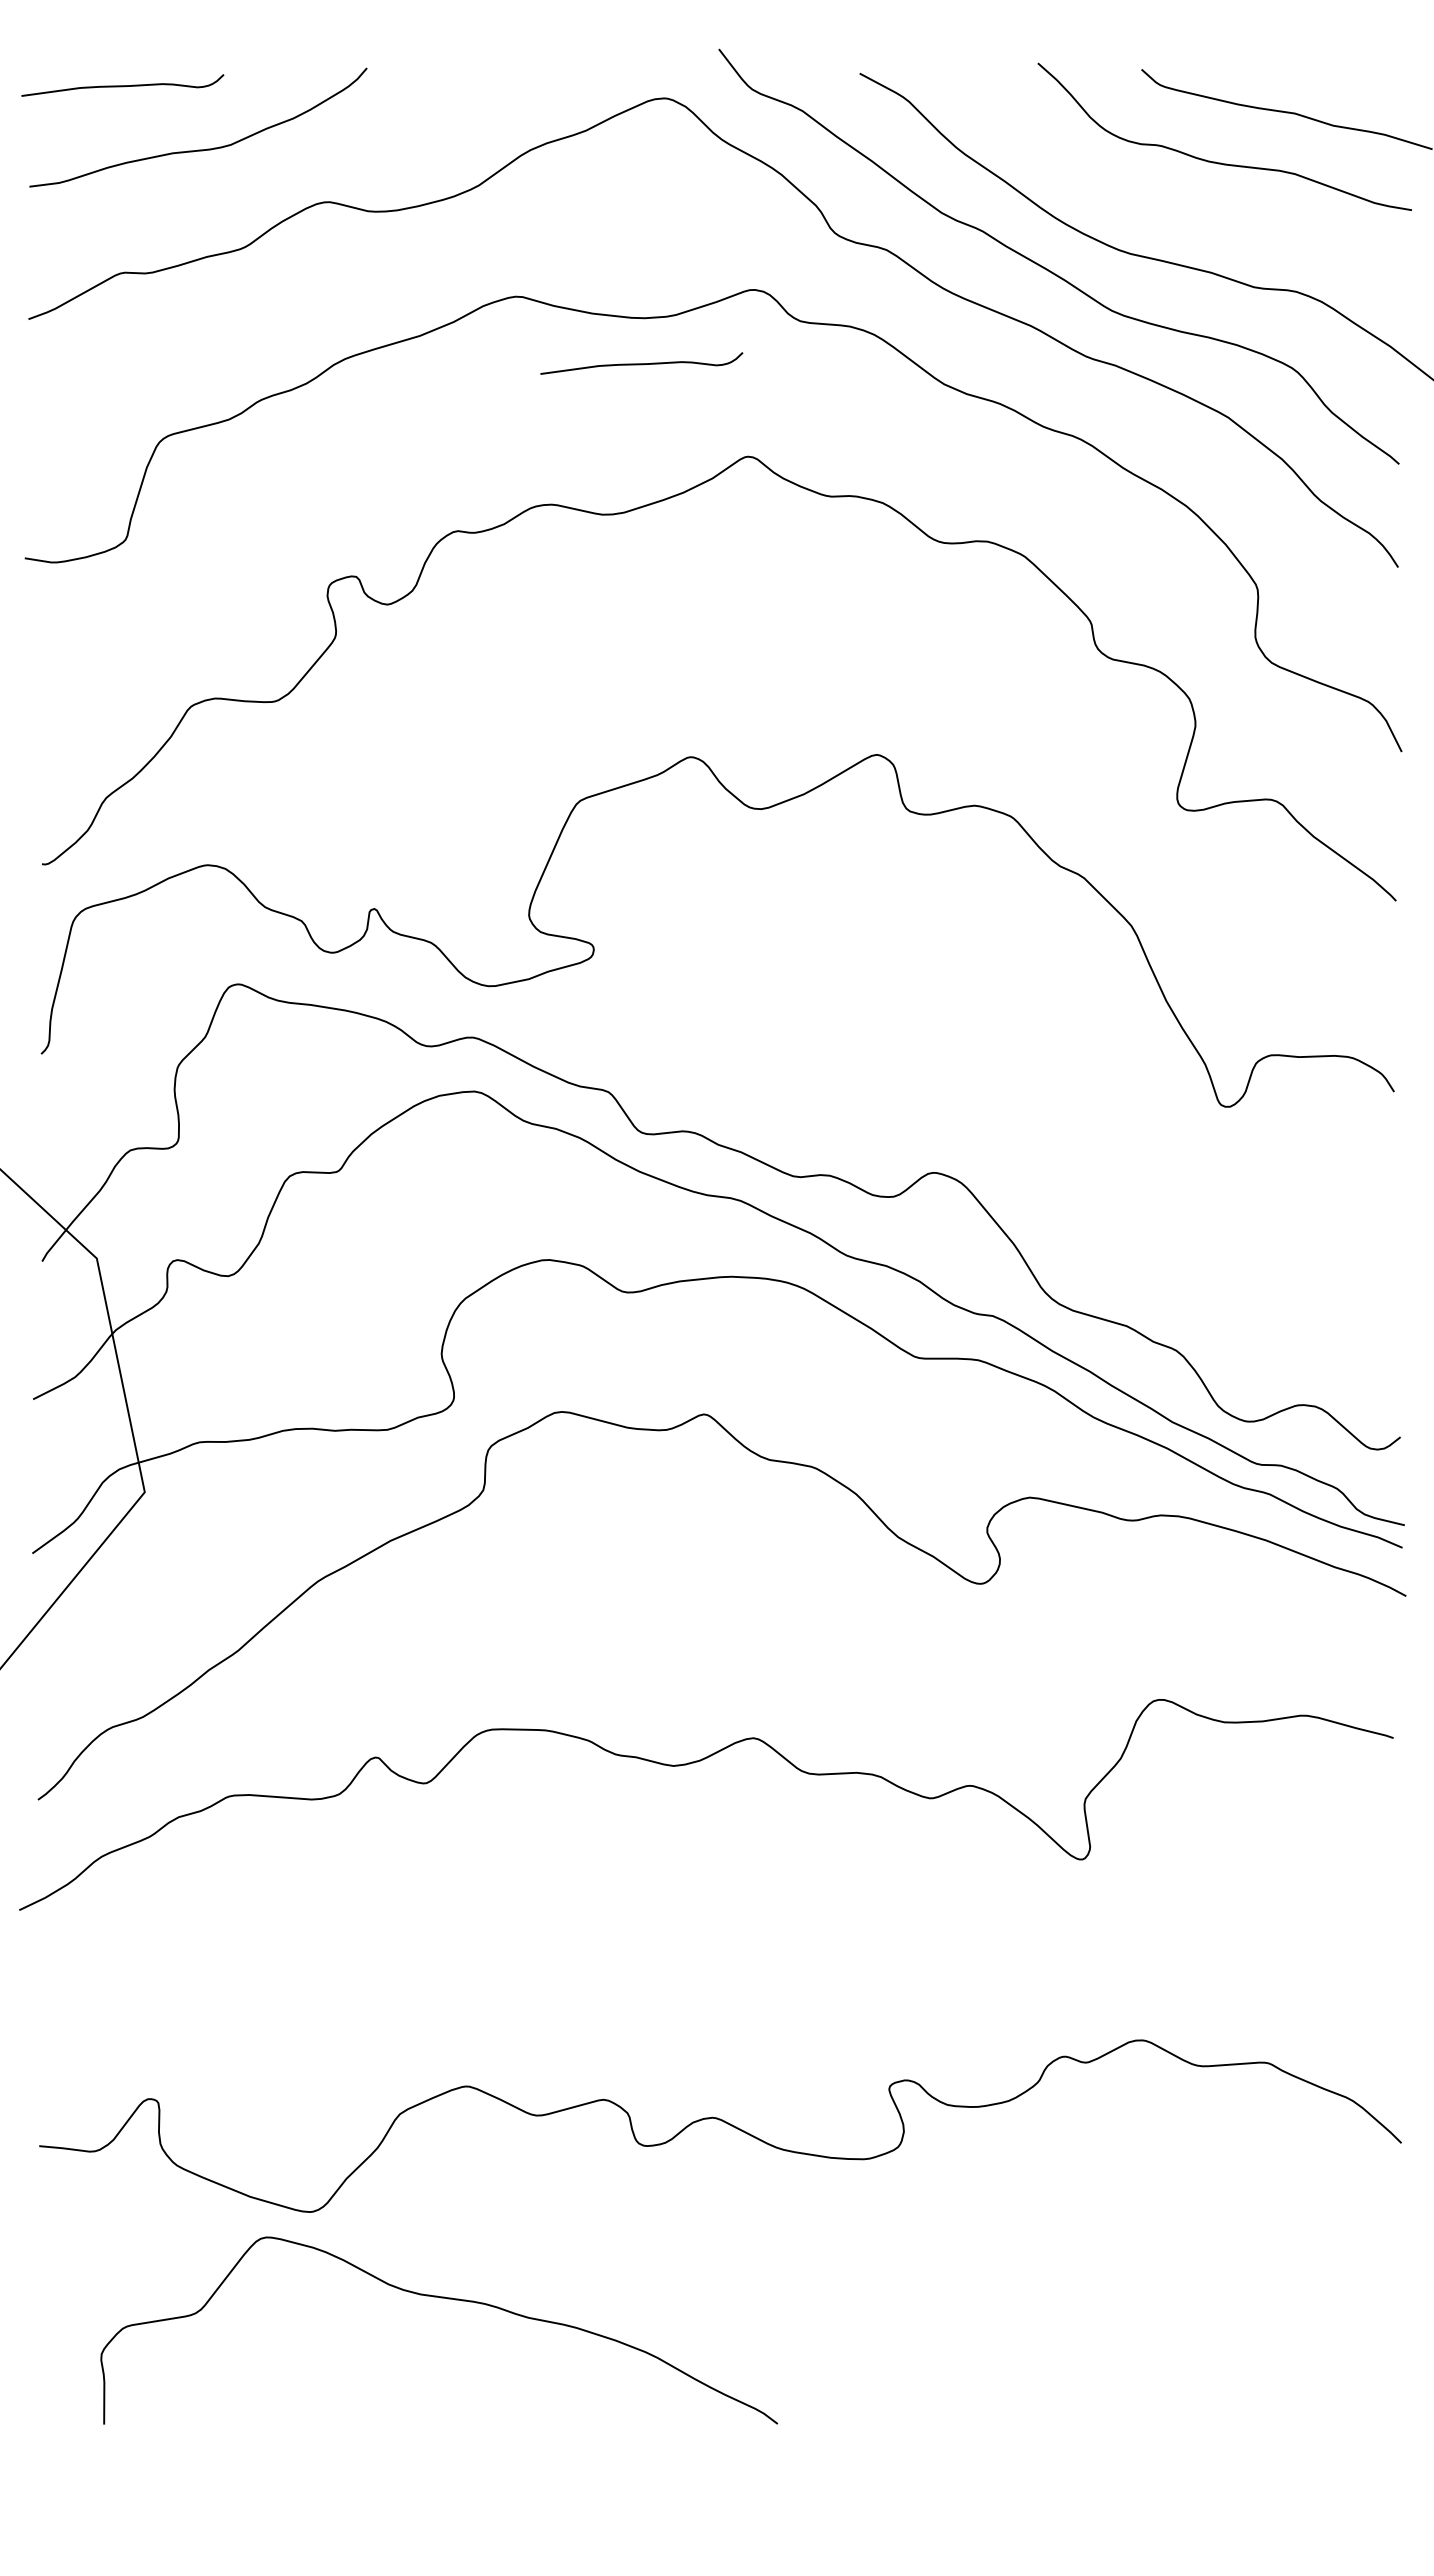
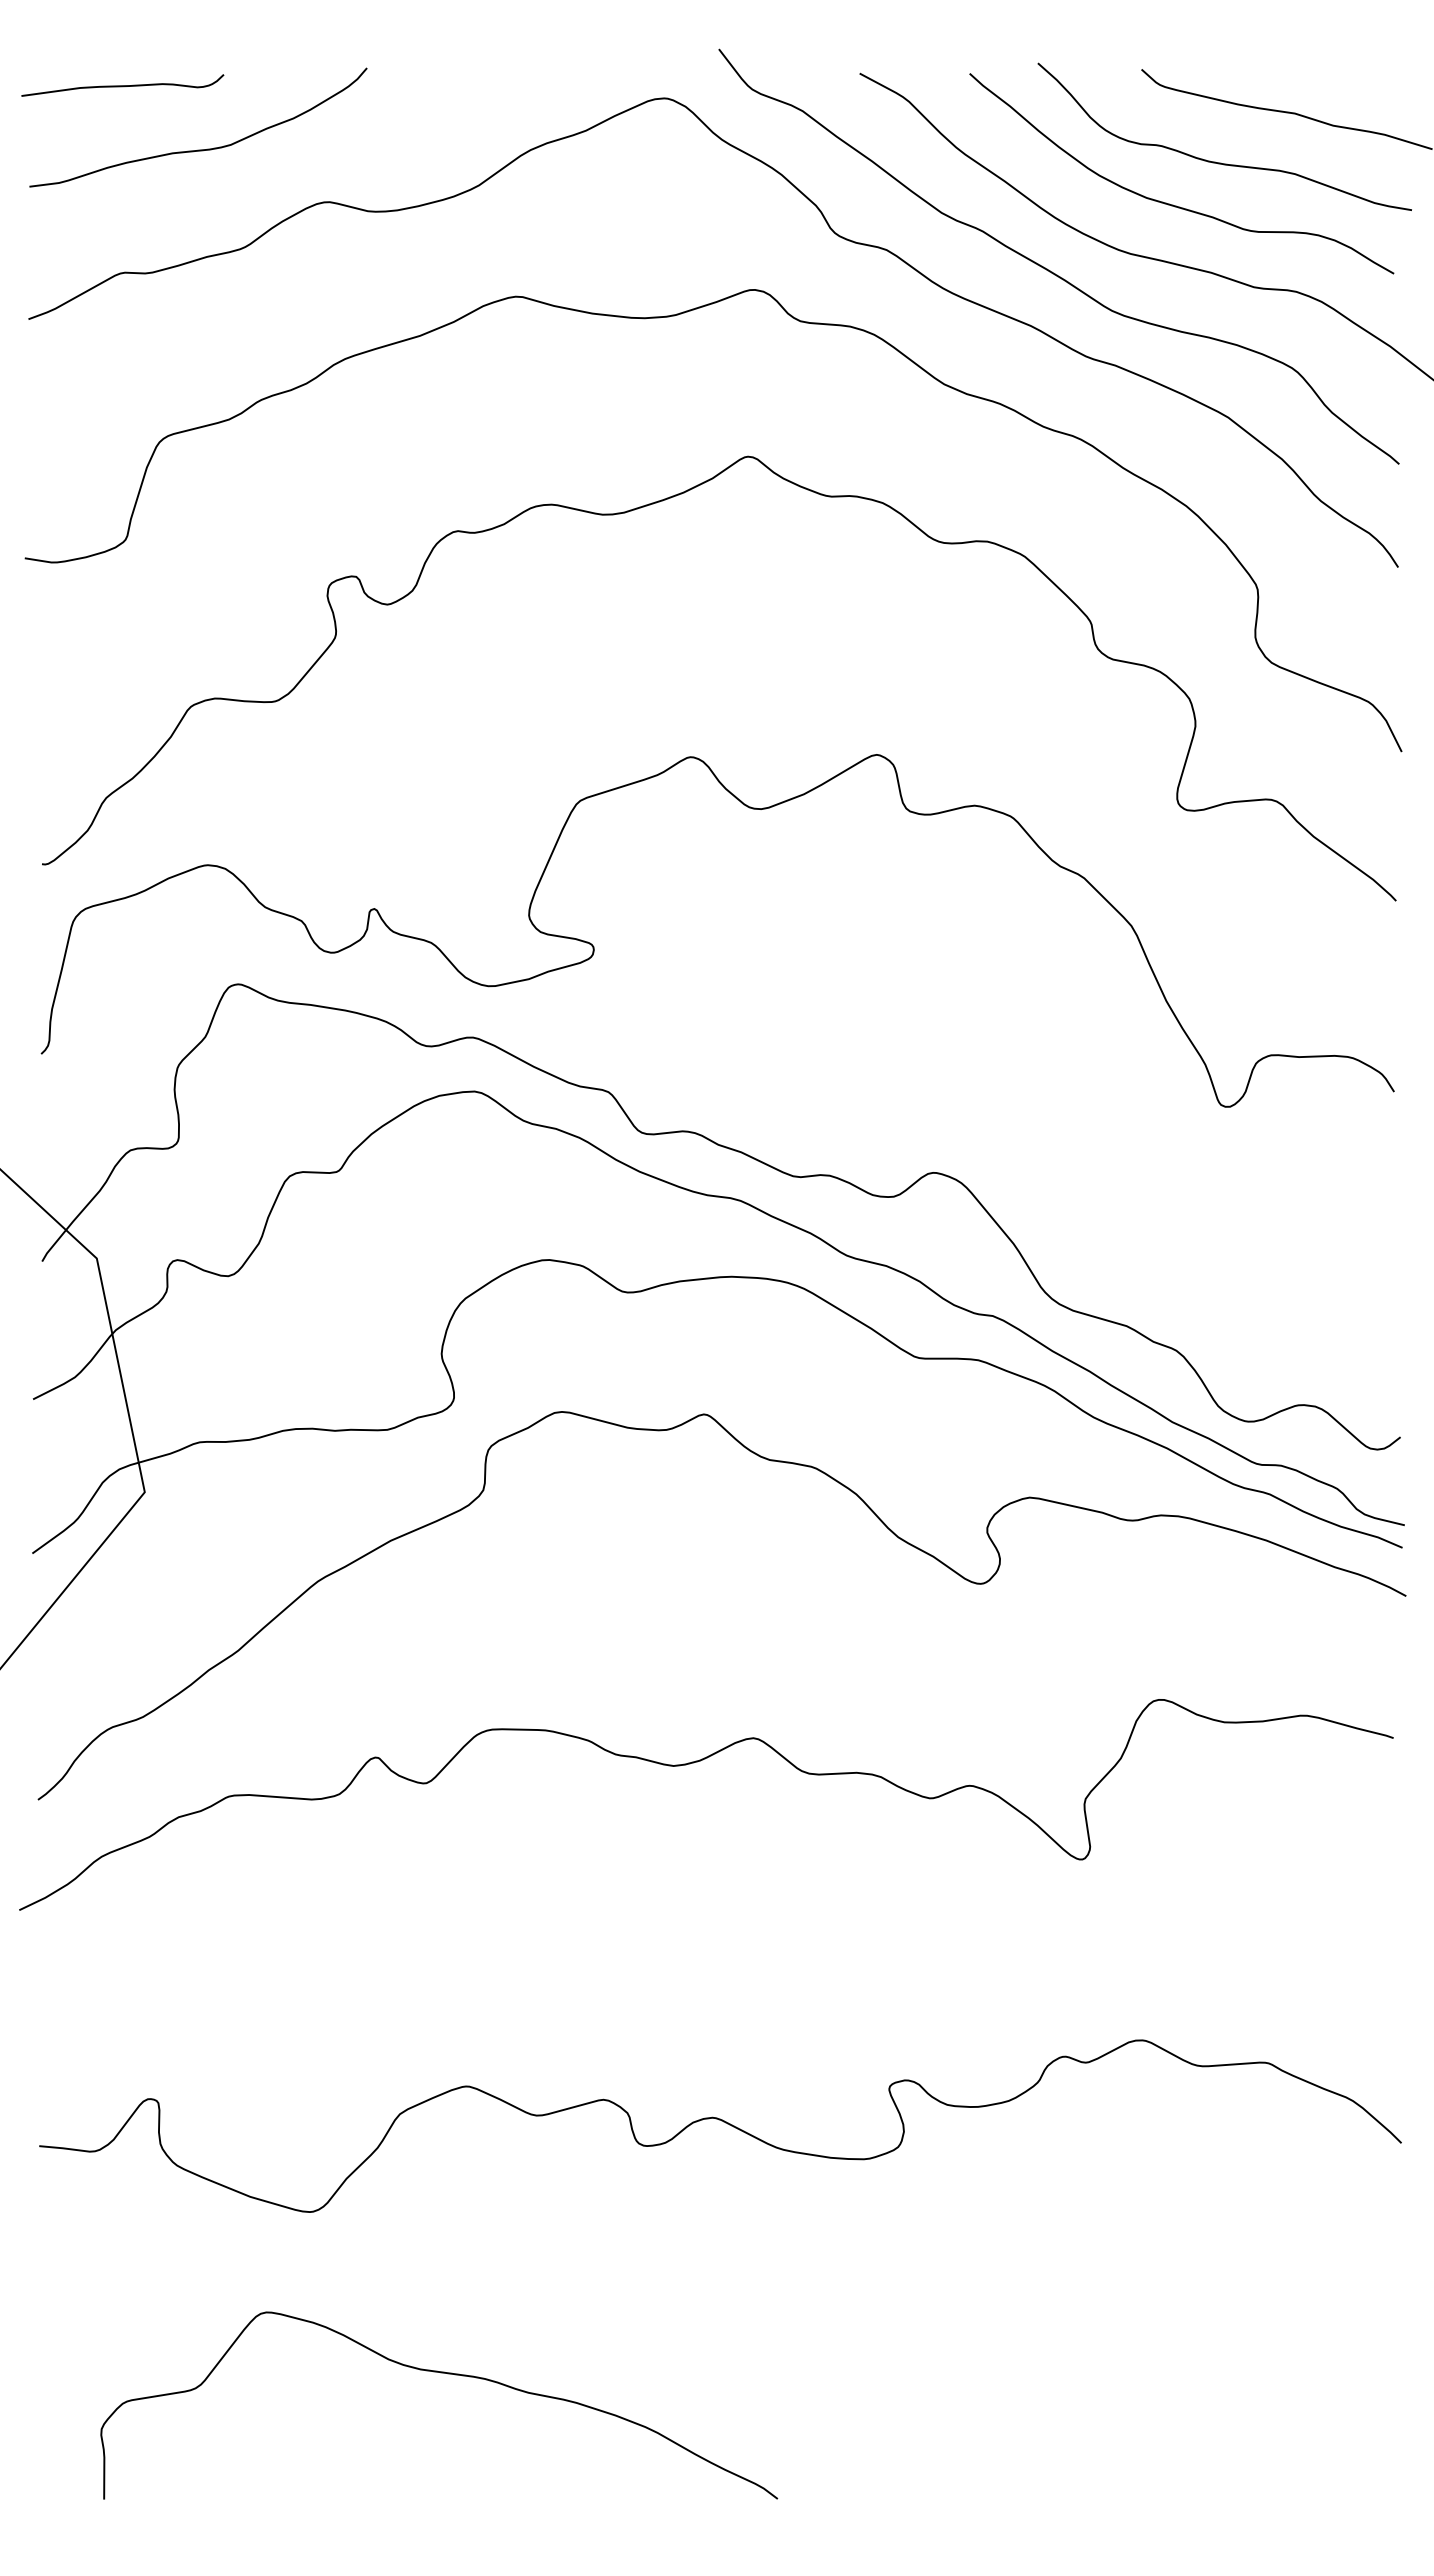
curve at (1173, 204): none -> present
curve at (641, 363): present -> none
curve at (440, 2298) position: (440, 2298) -> (440, 2373)
